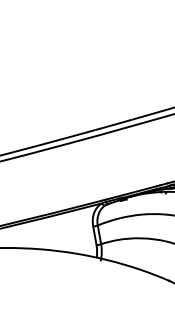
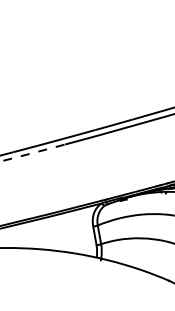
arc at (33, 152): solid -> dashed
